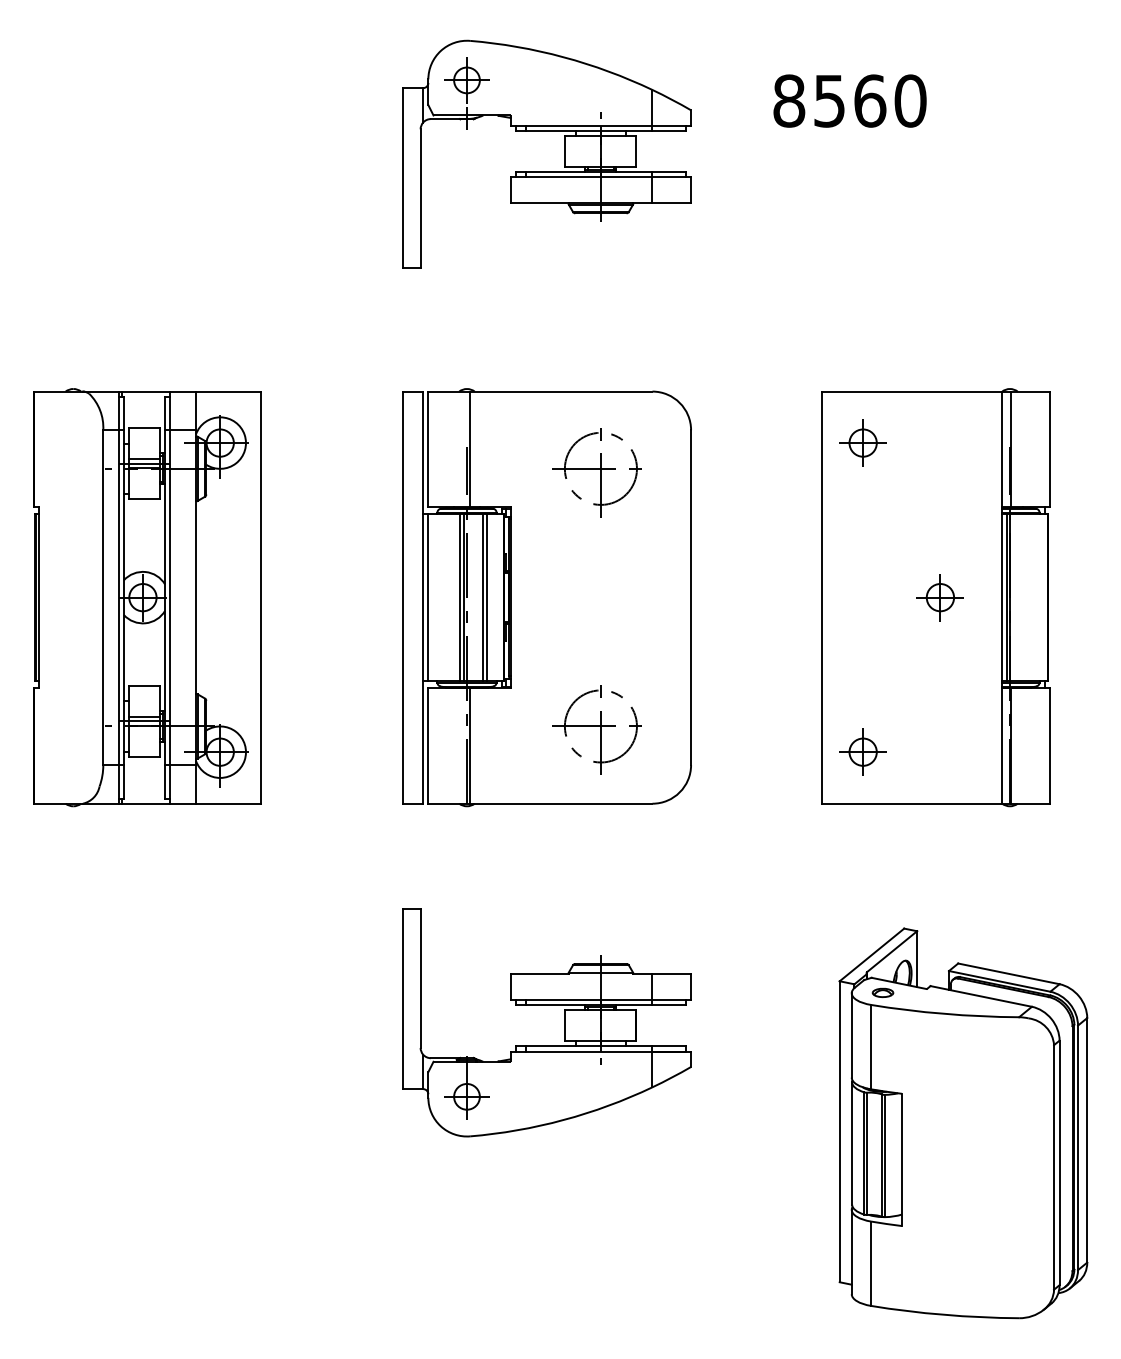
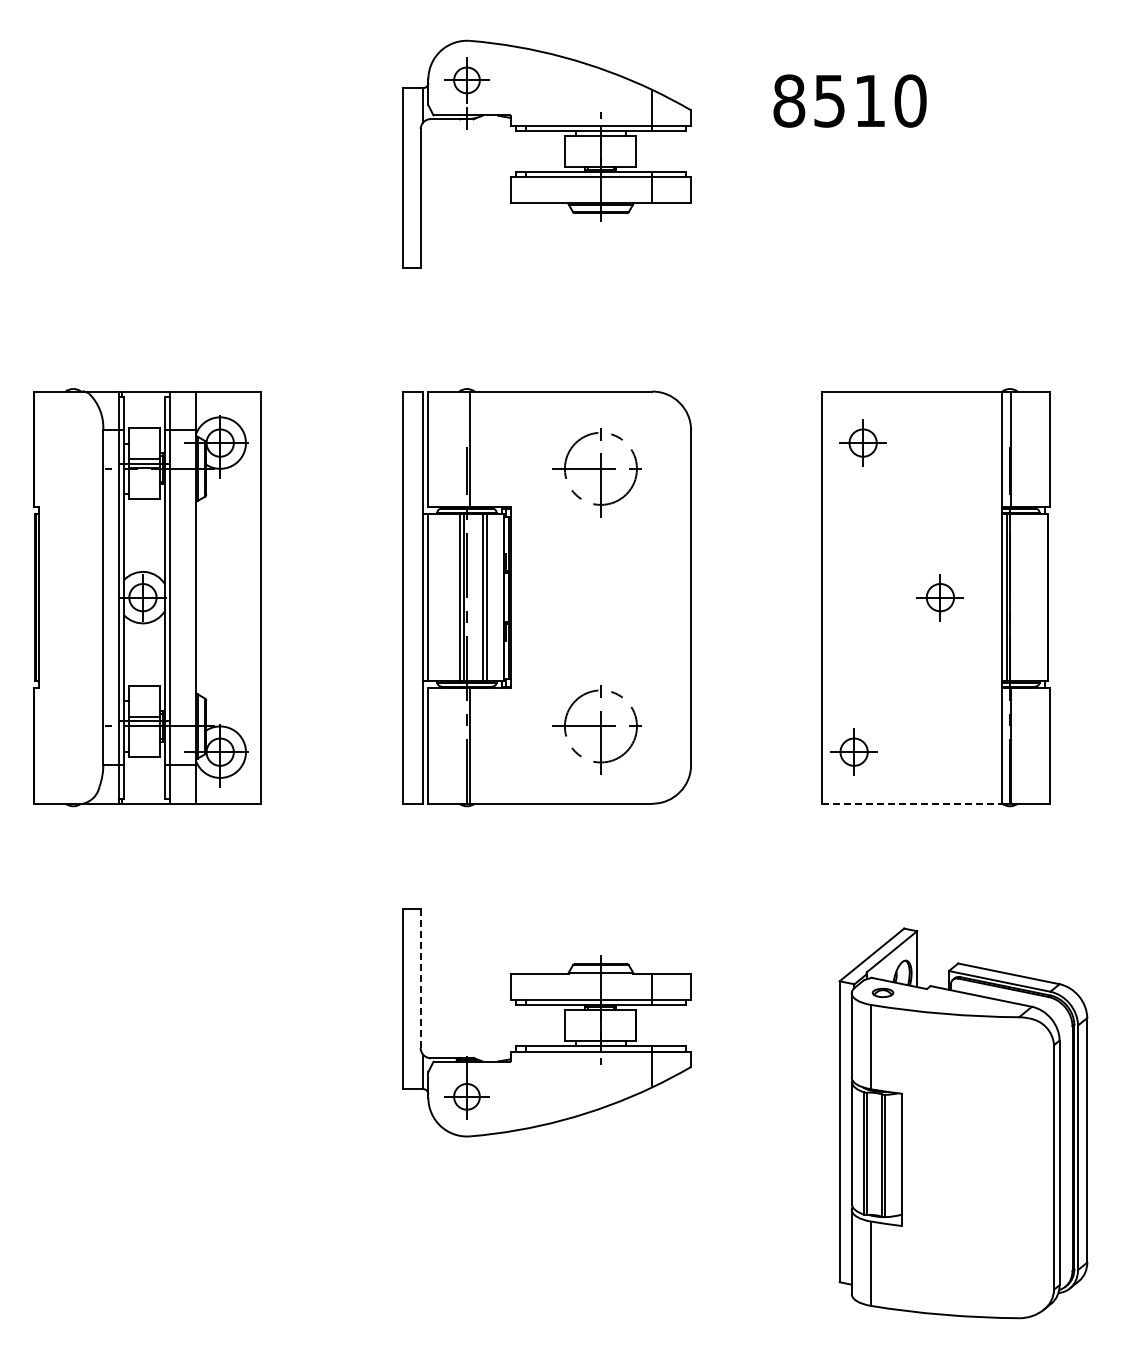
text at (870, 100): 8560 -> 8510
part at (862, 751) position: (862, 751) -> (853, 751)
line at (912, 803): solid -> dashed
line at (420, 978): solid -> dashed
